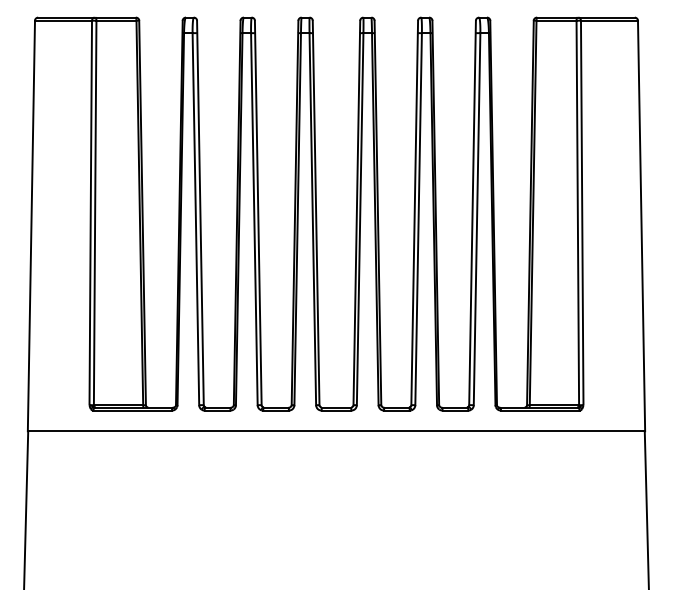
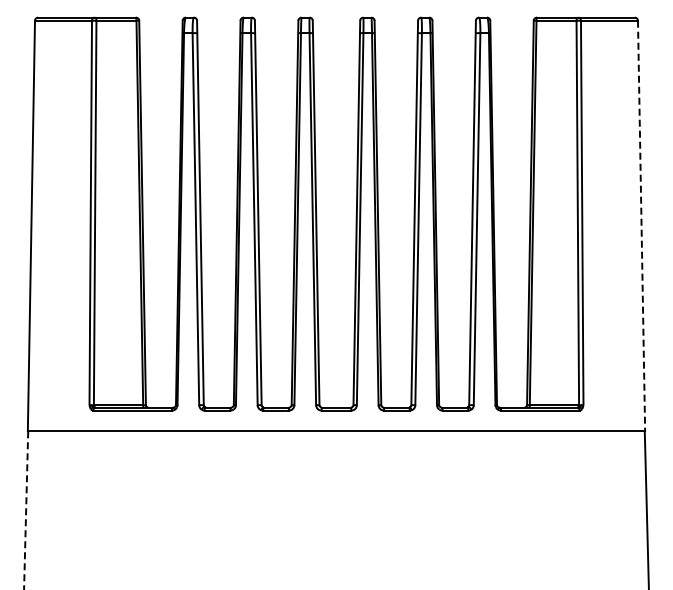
line at (641, 226): solid -> dashed
line at (26, 511): solid -> dashed
